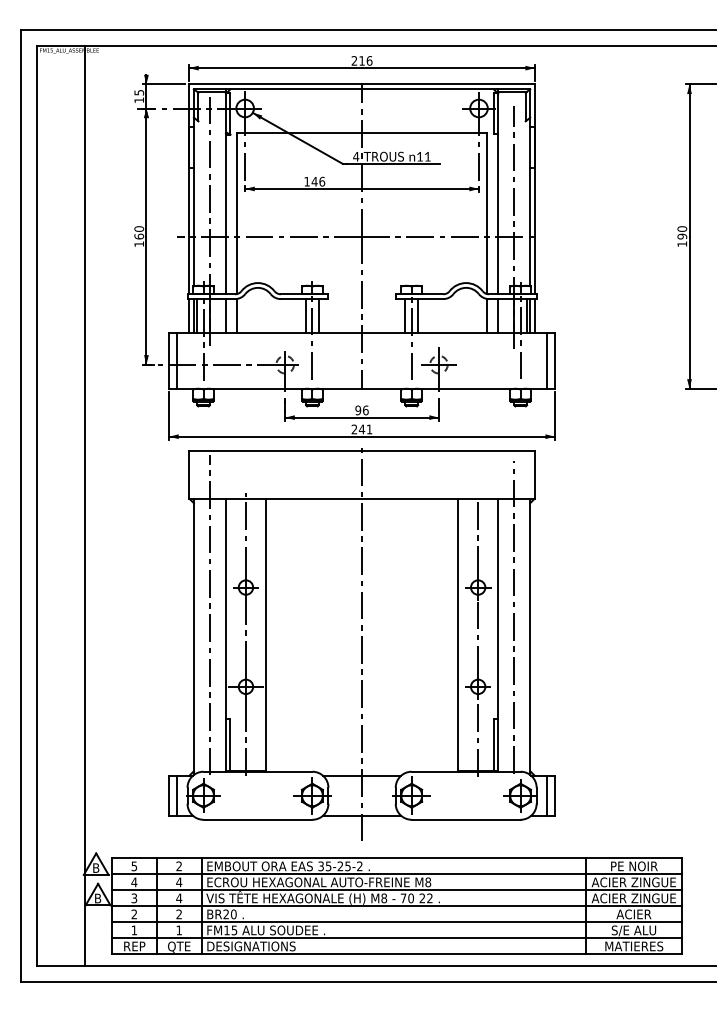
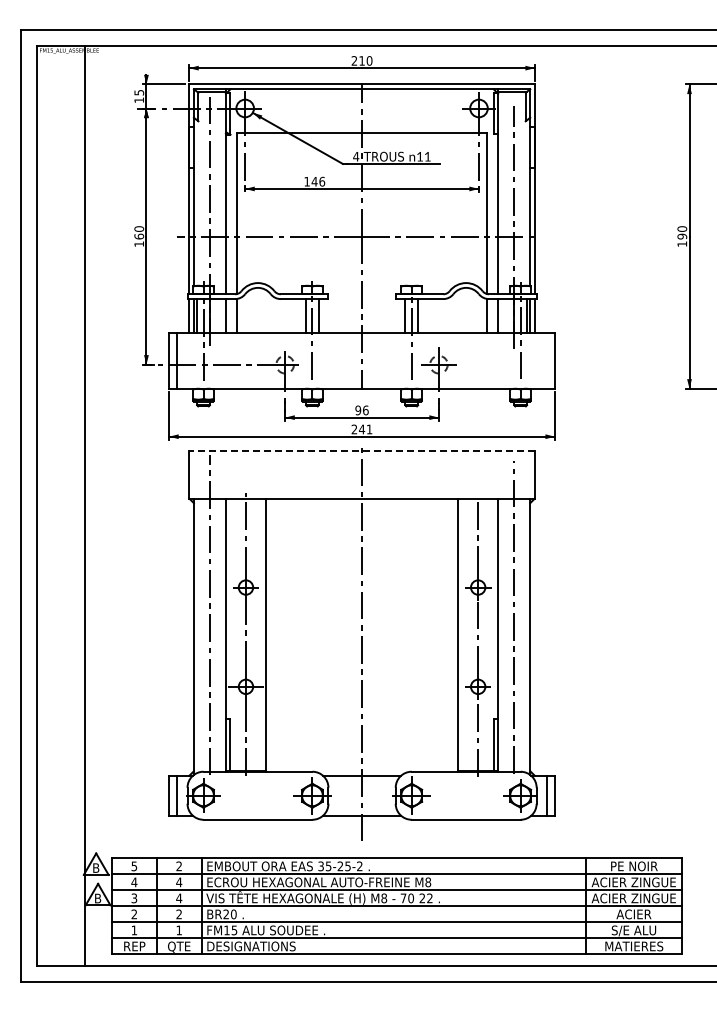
text at (369, 60): 216 -> 210
line at (547, 360): present -> none
line at (362, 450): solid -> dashed
